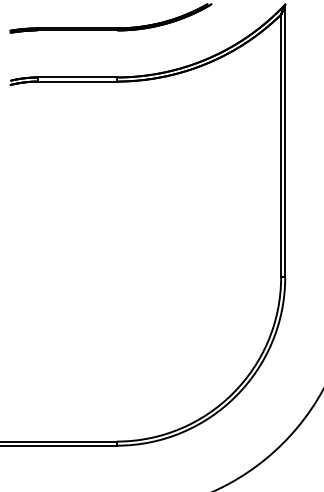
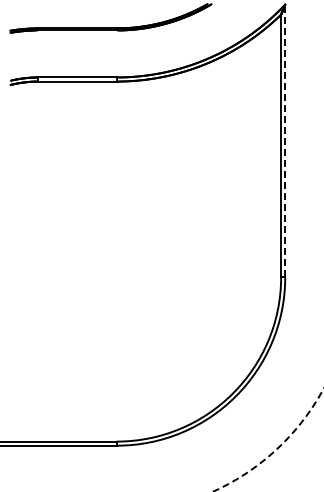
line at (285, 140): solid -> dashed
arc at (276, 449): solid -> dashed
